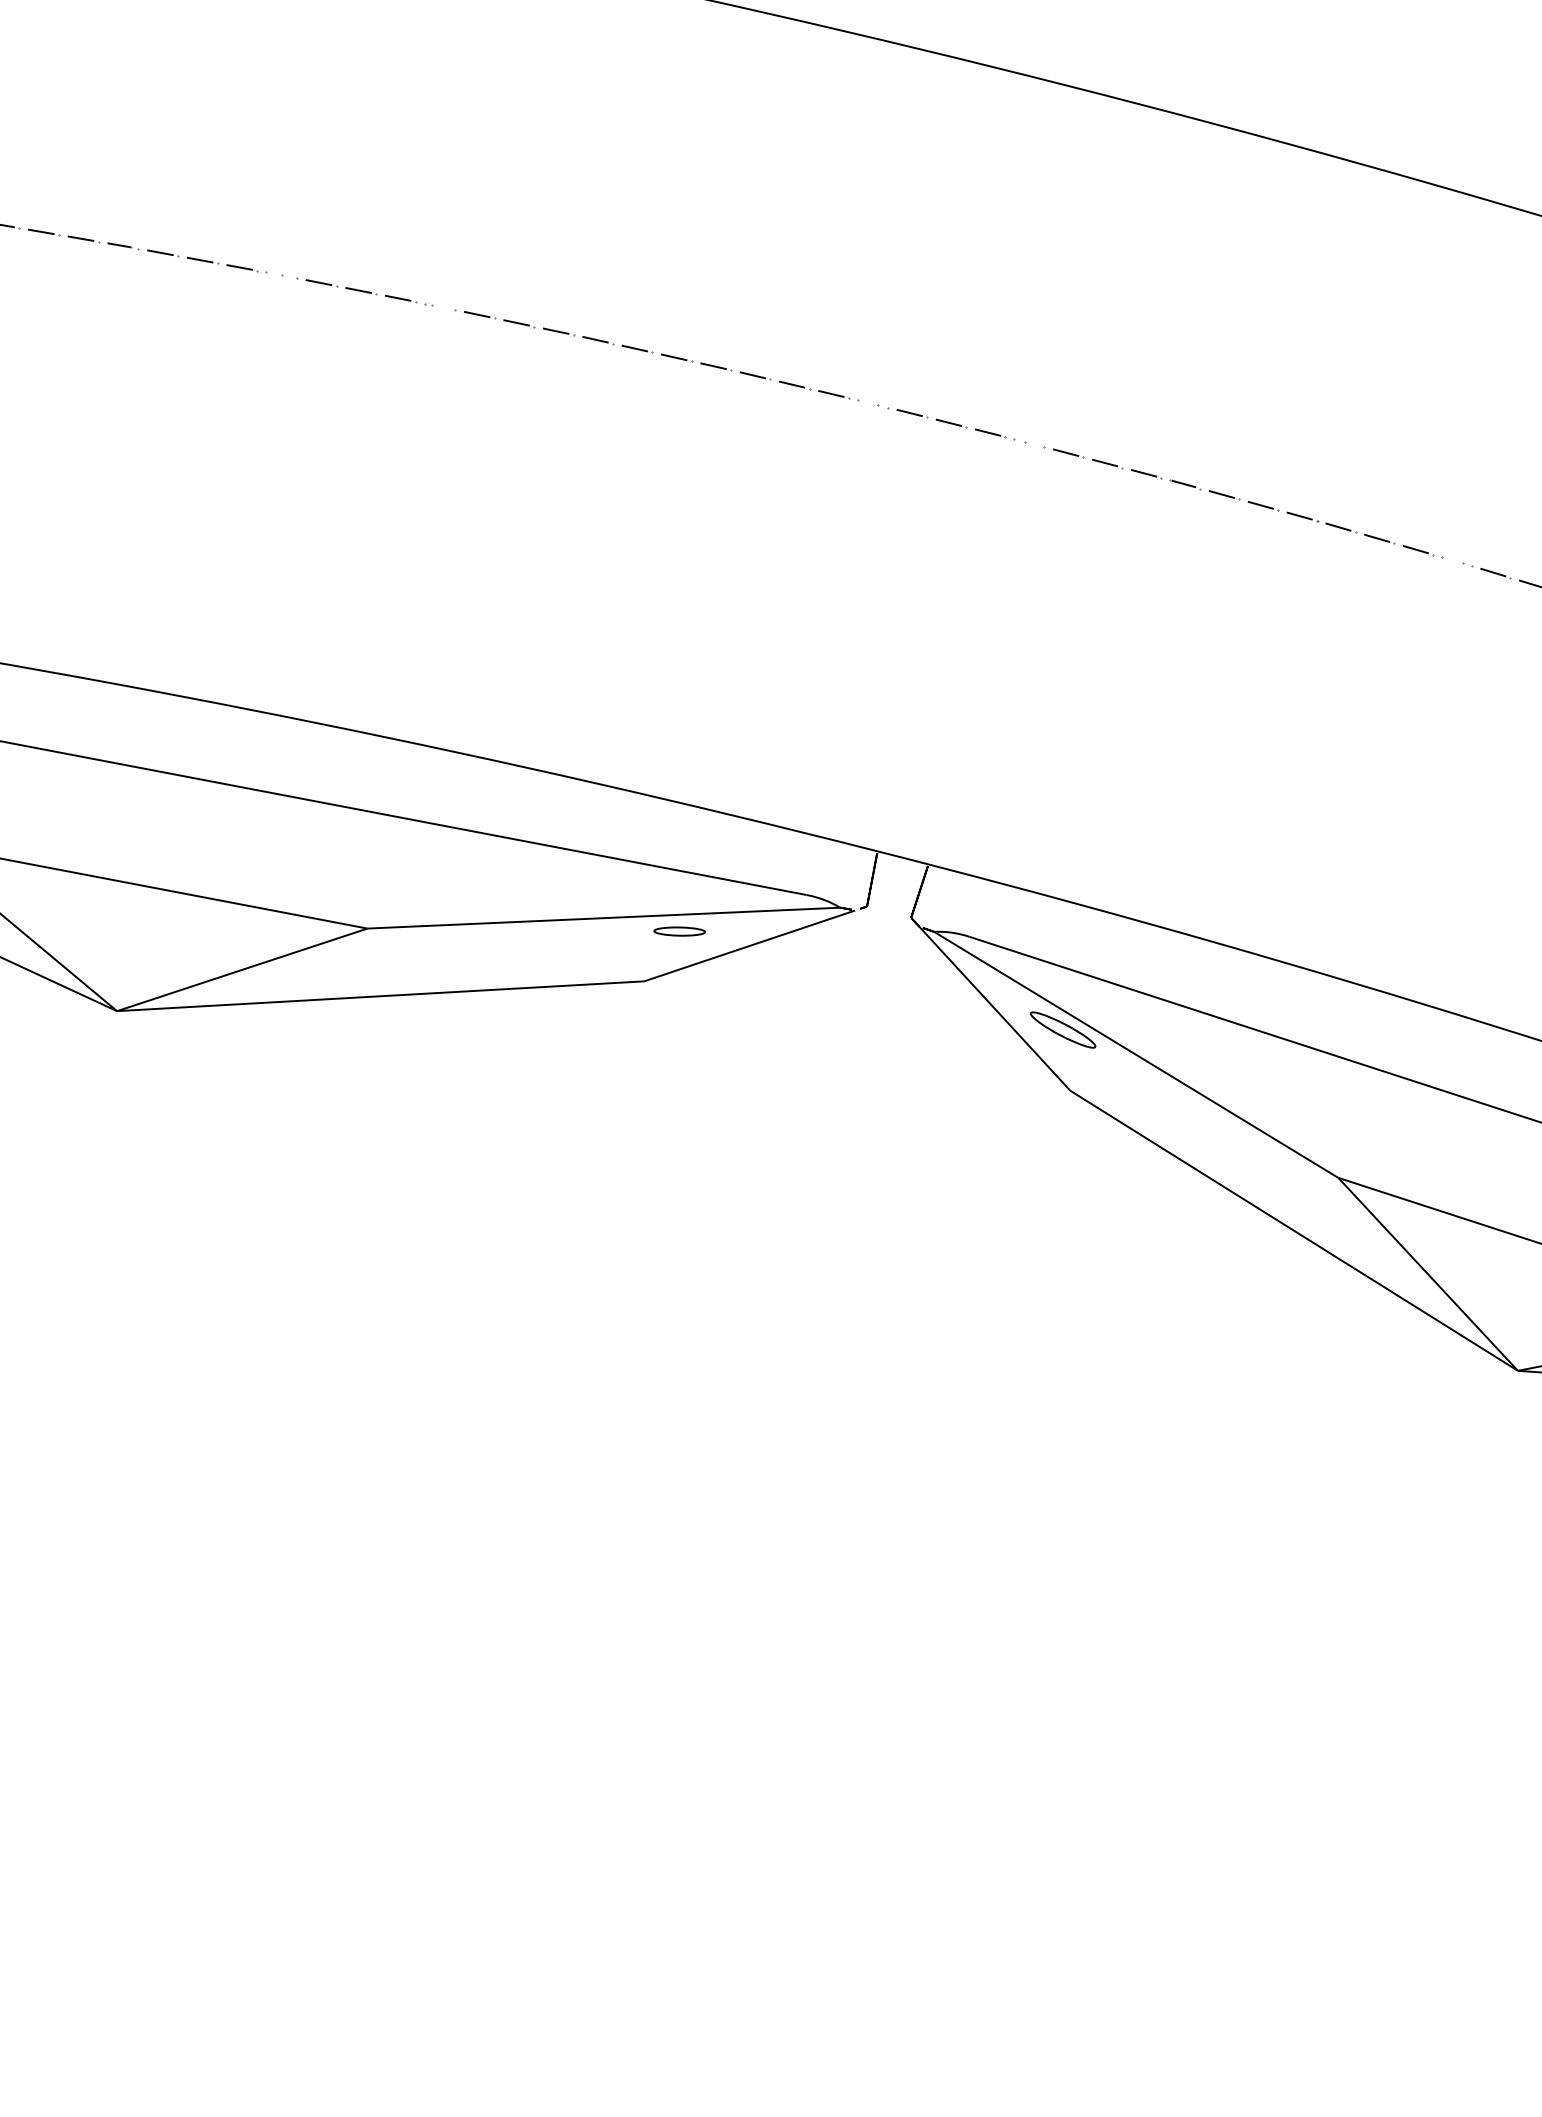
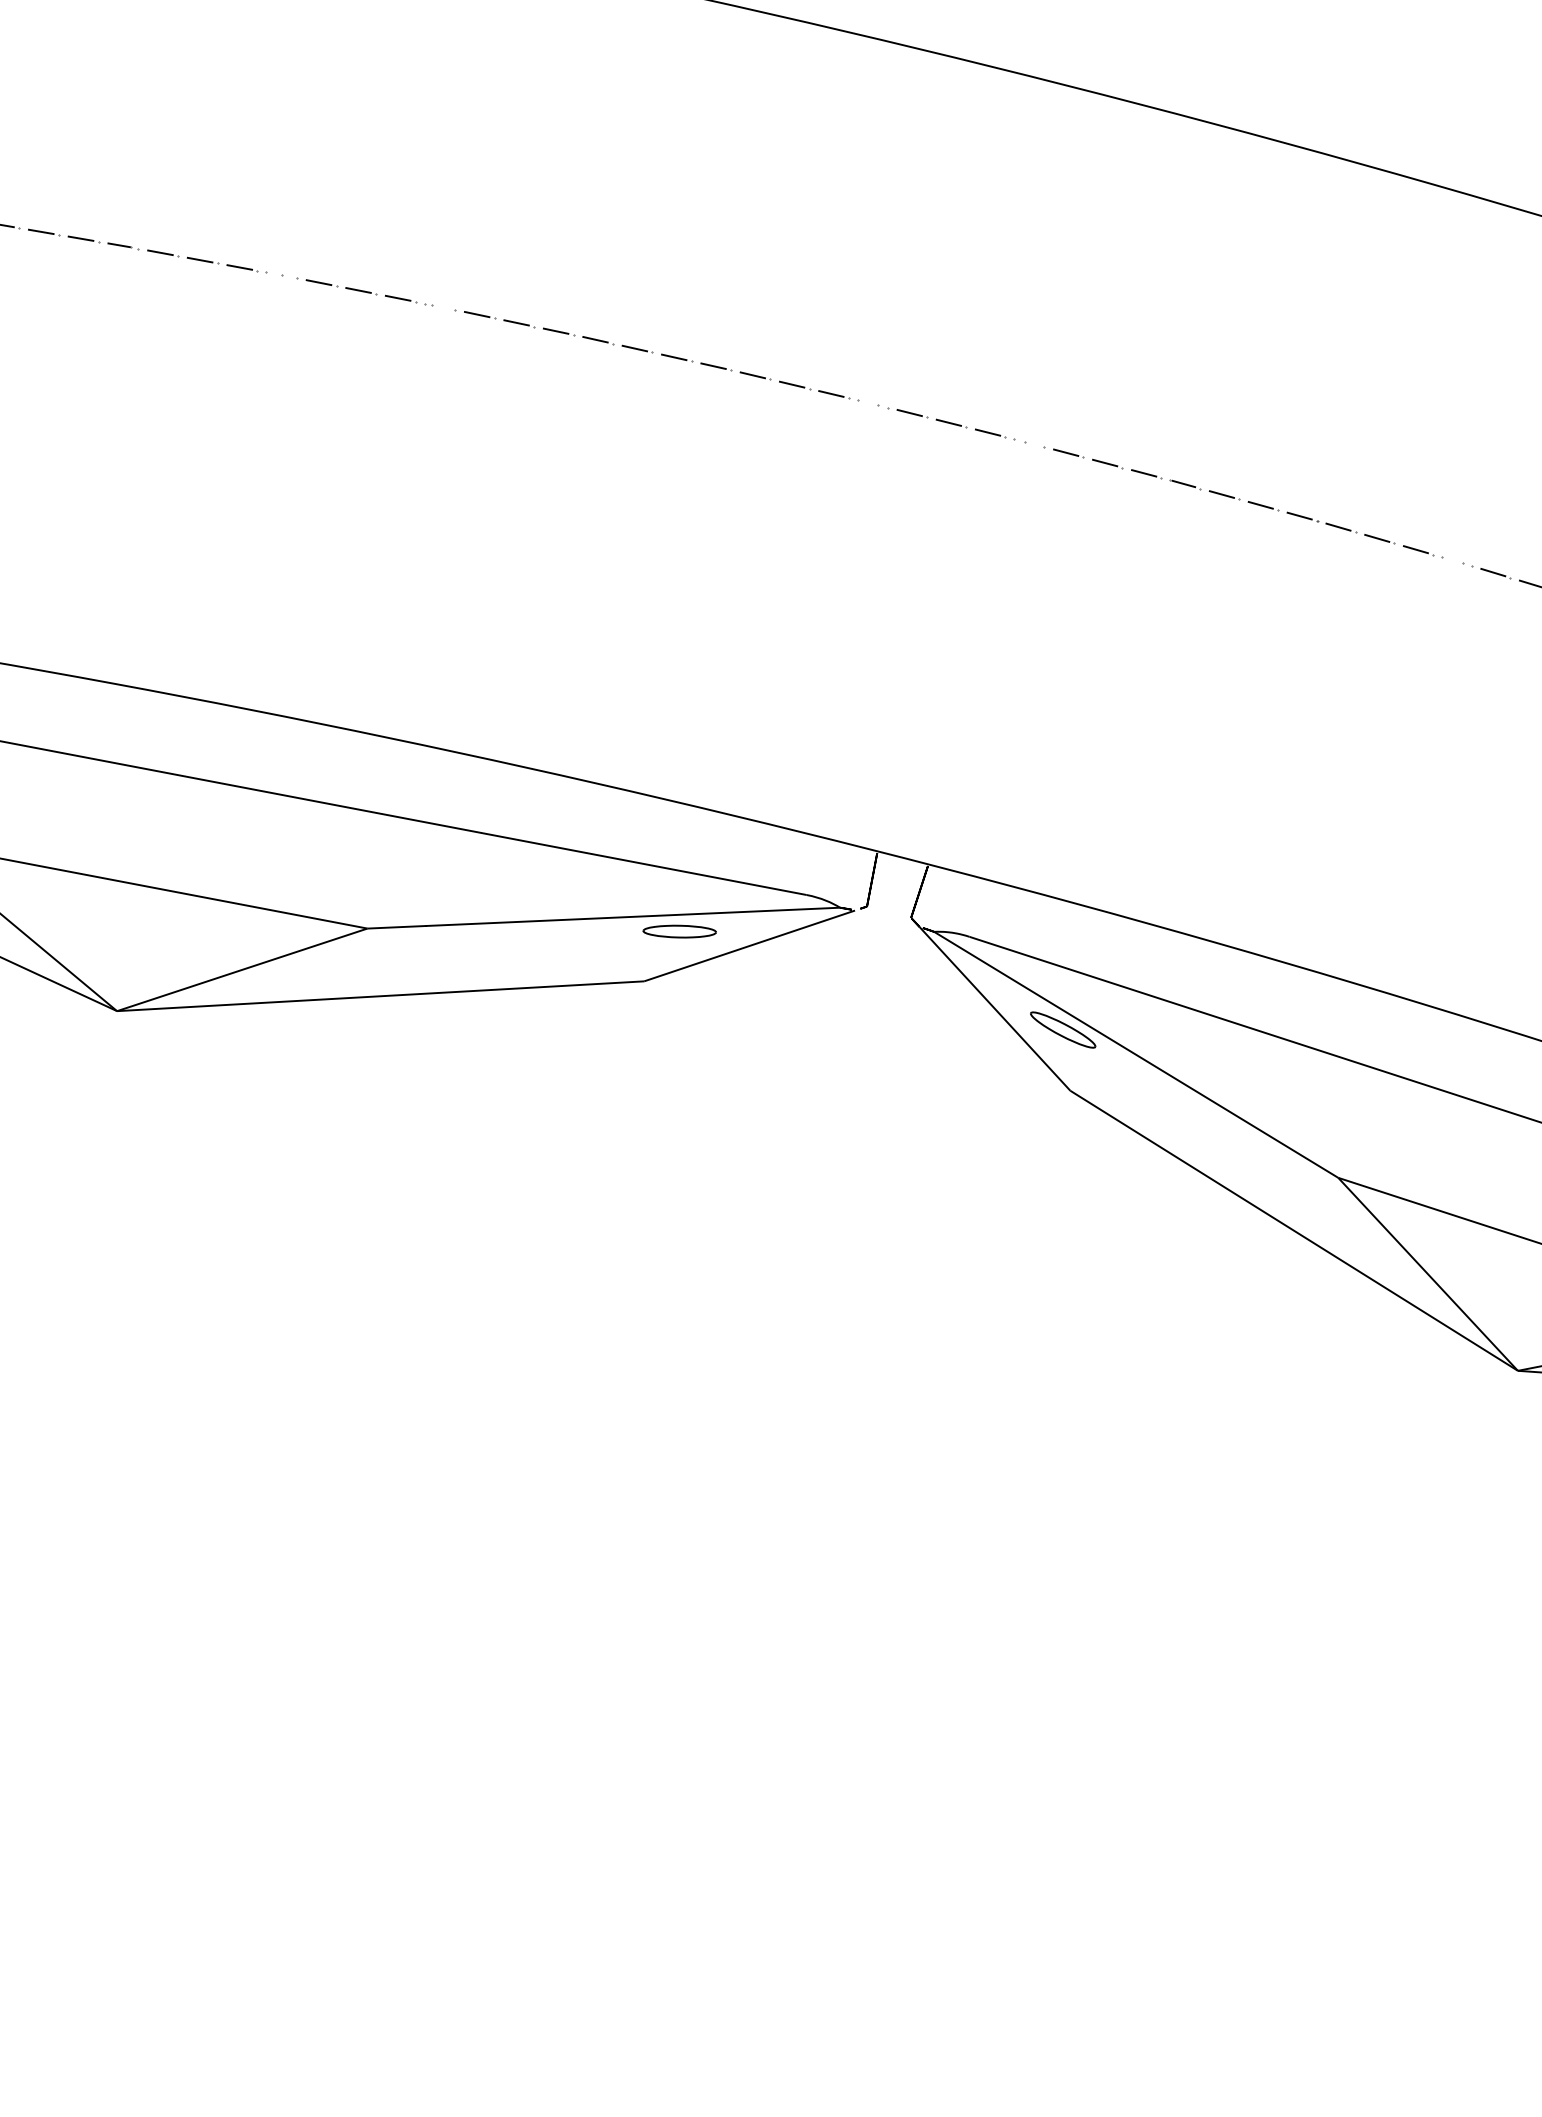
part at (679, 931) size: 53x11 px -> 75x15 px
